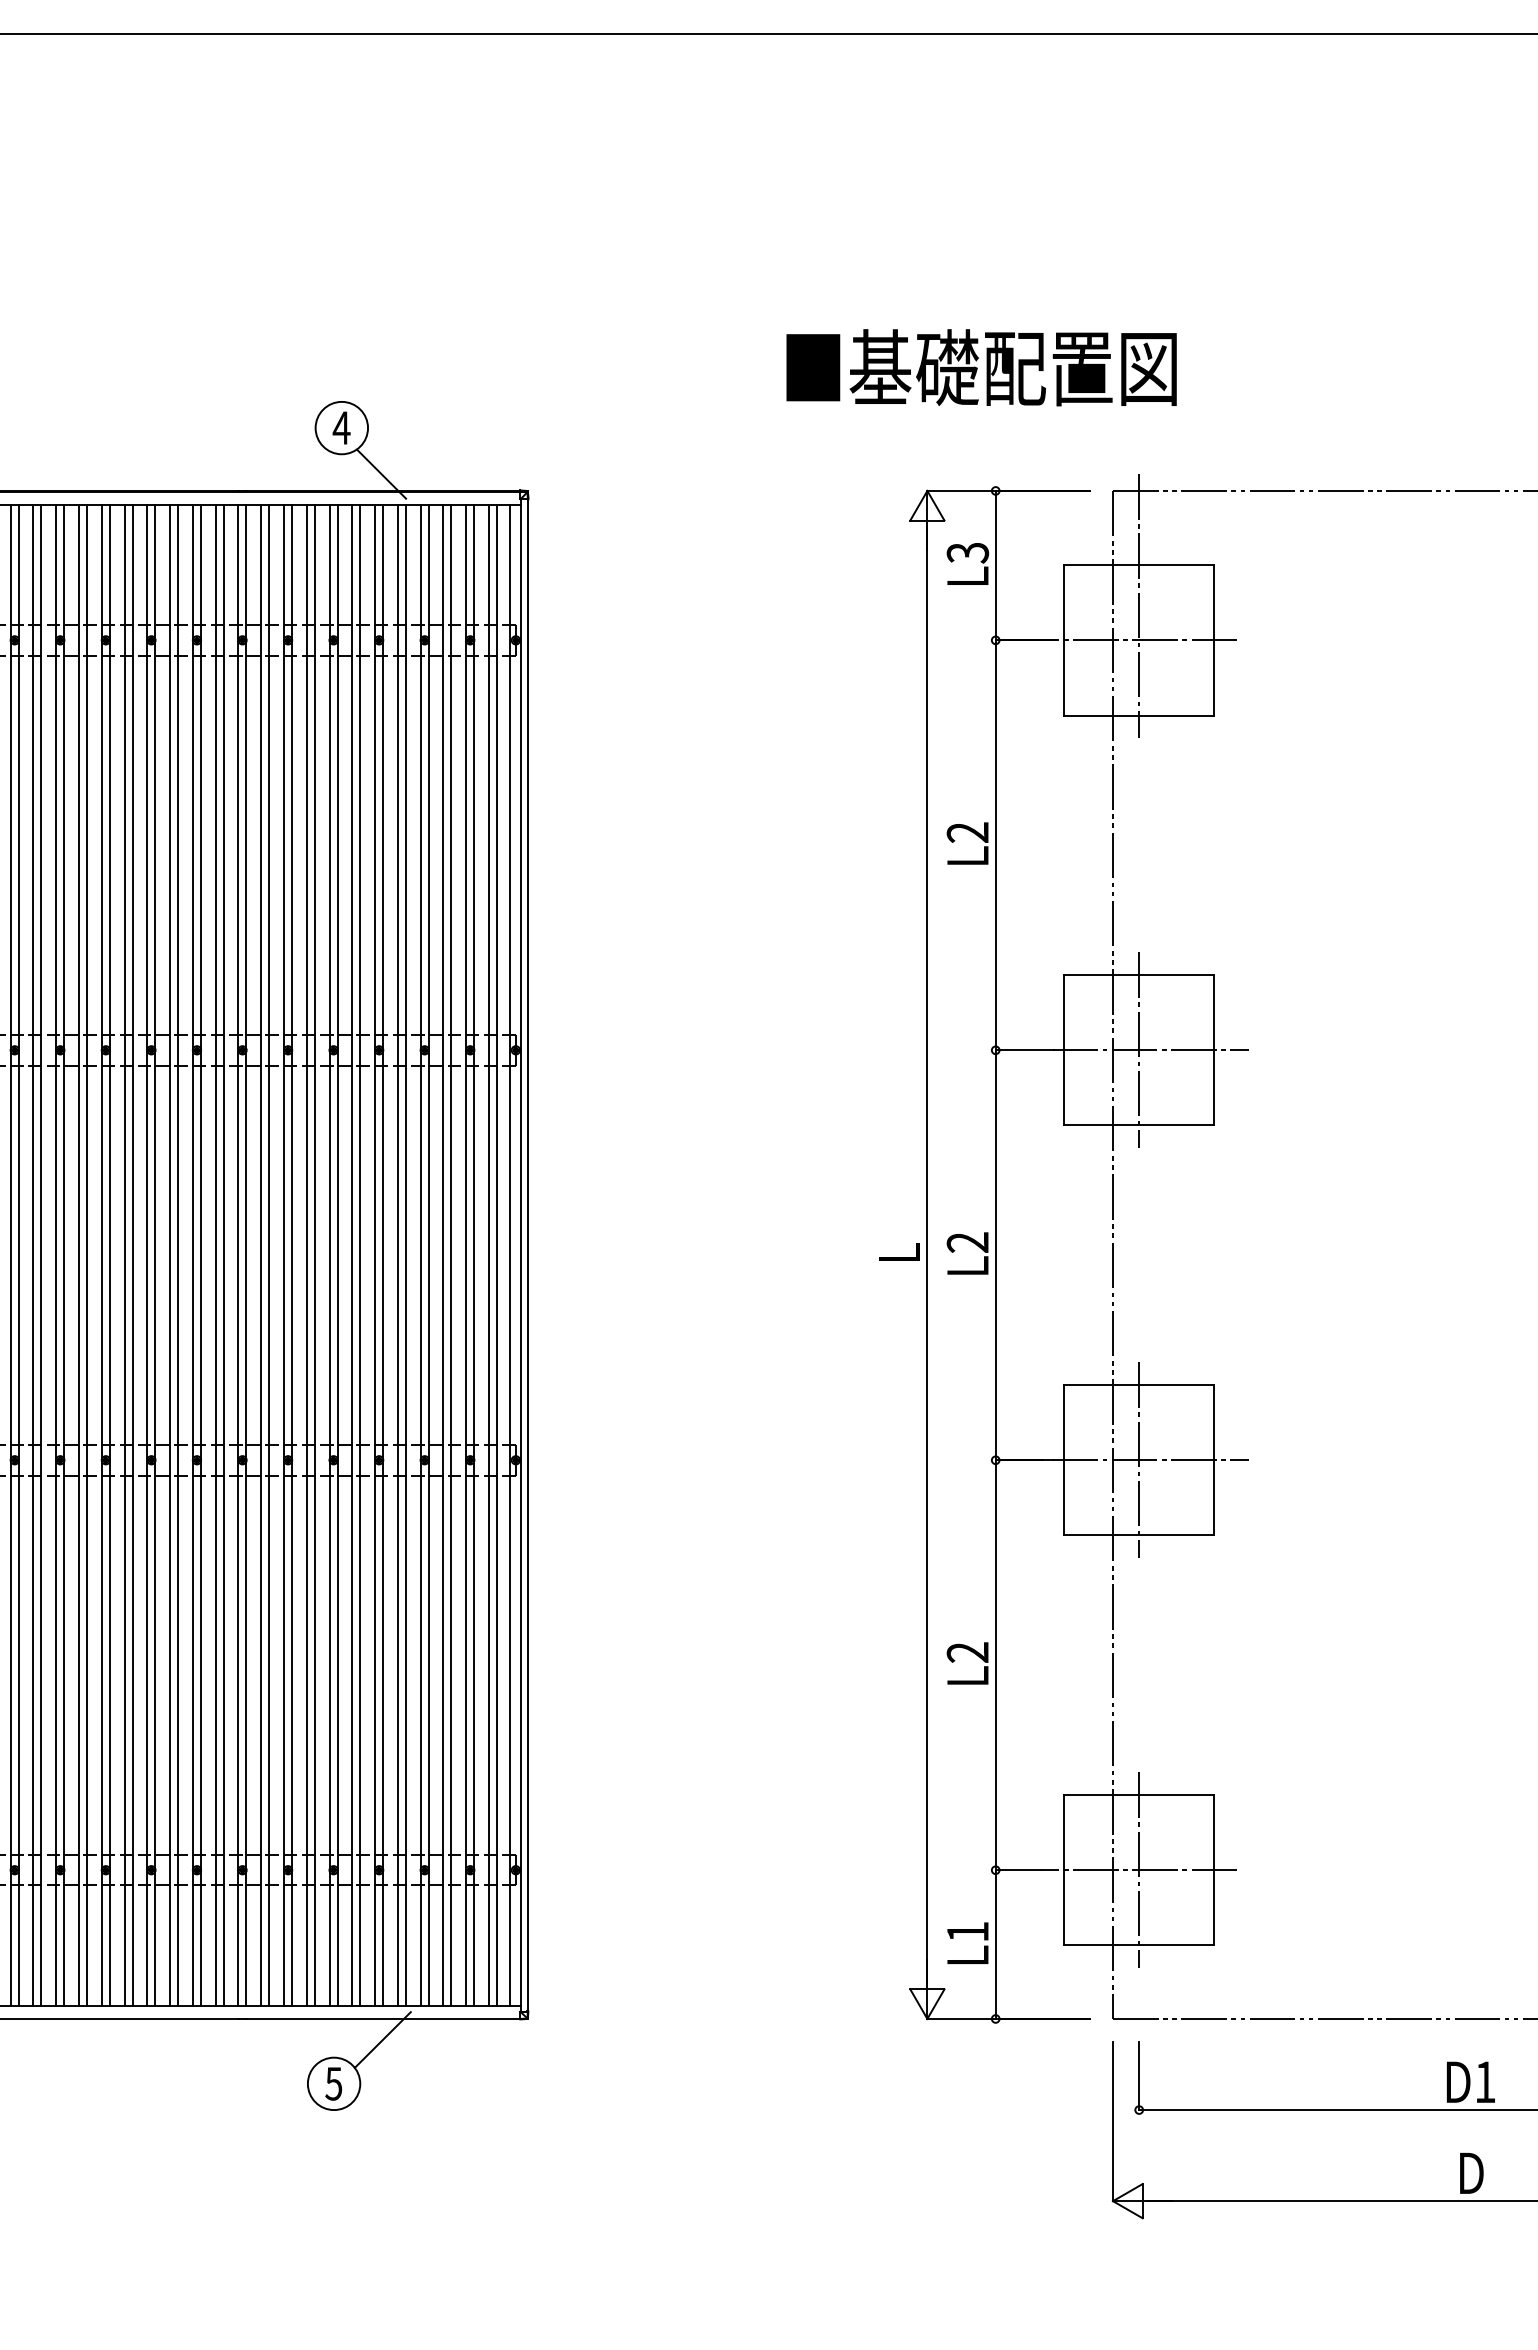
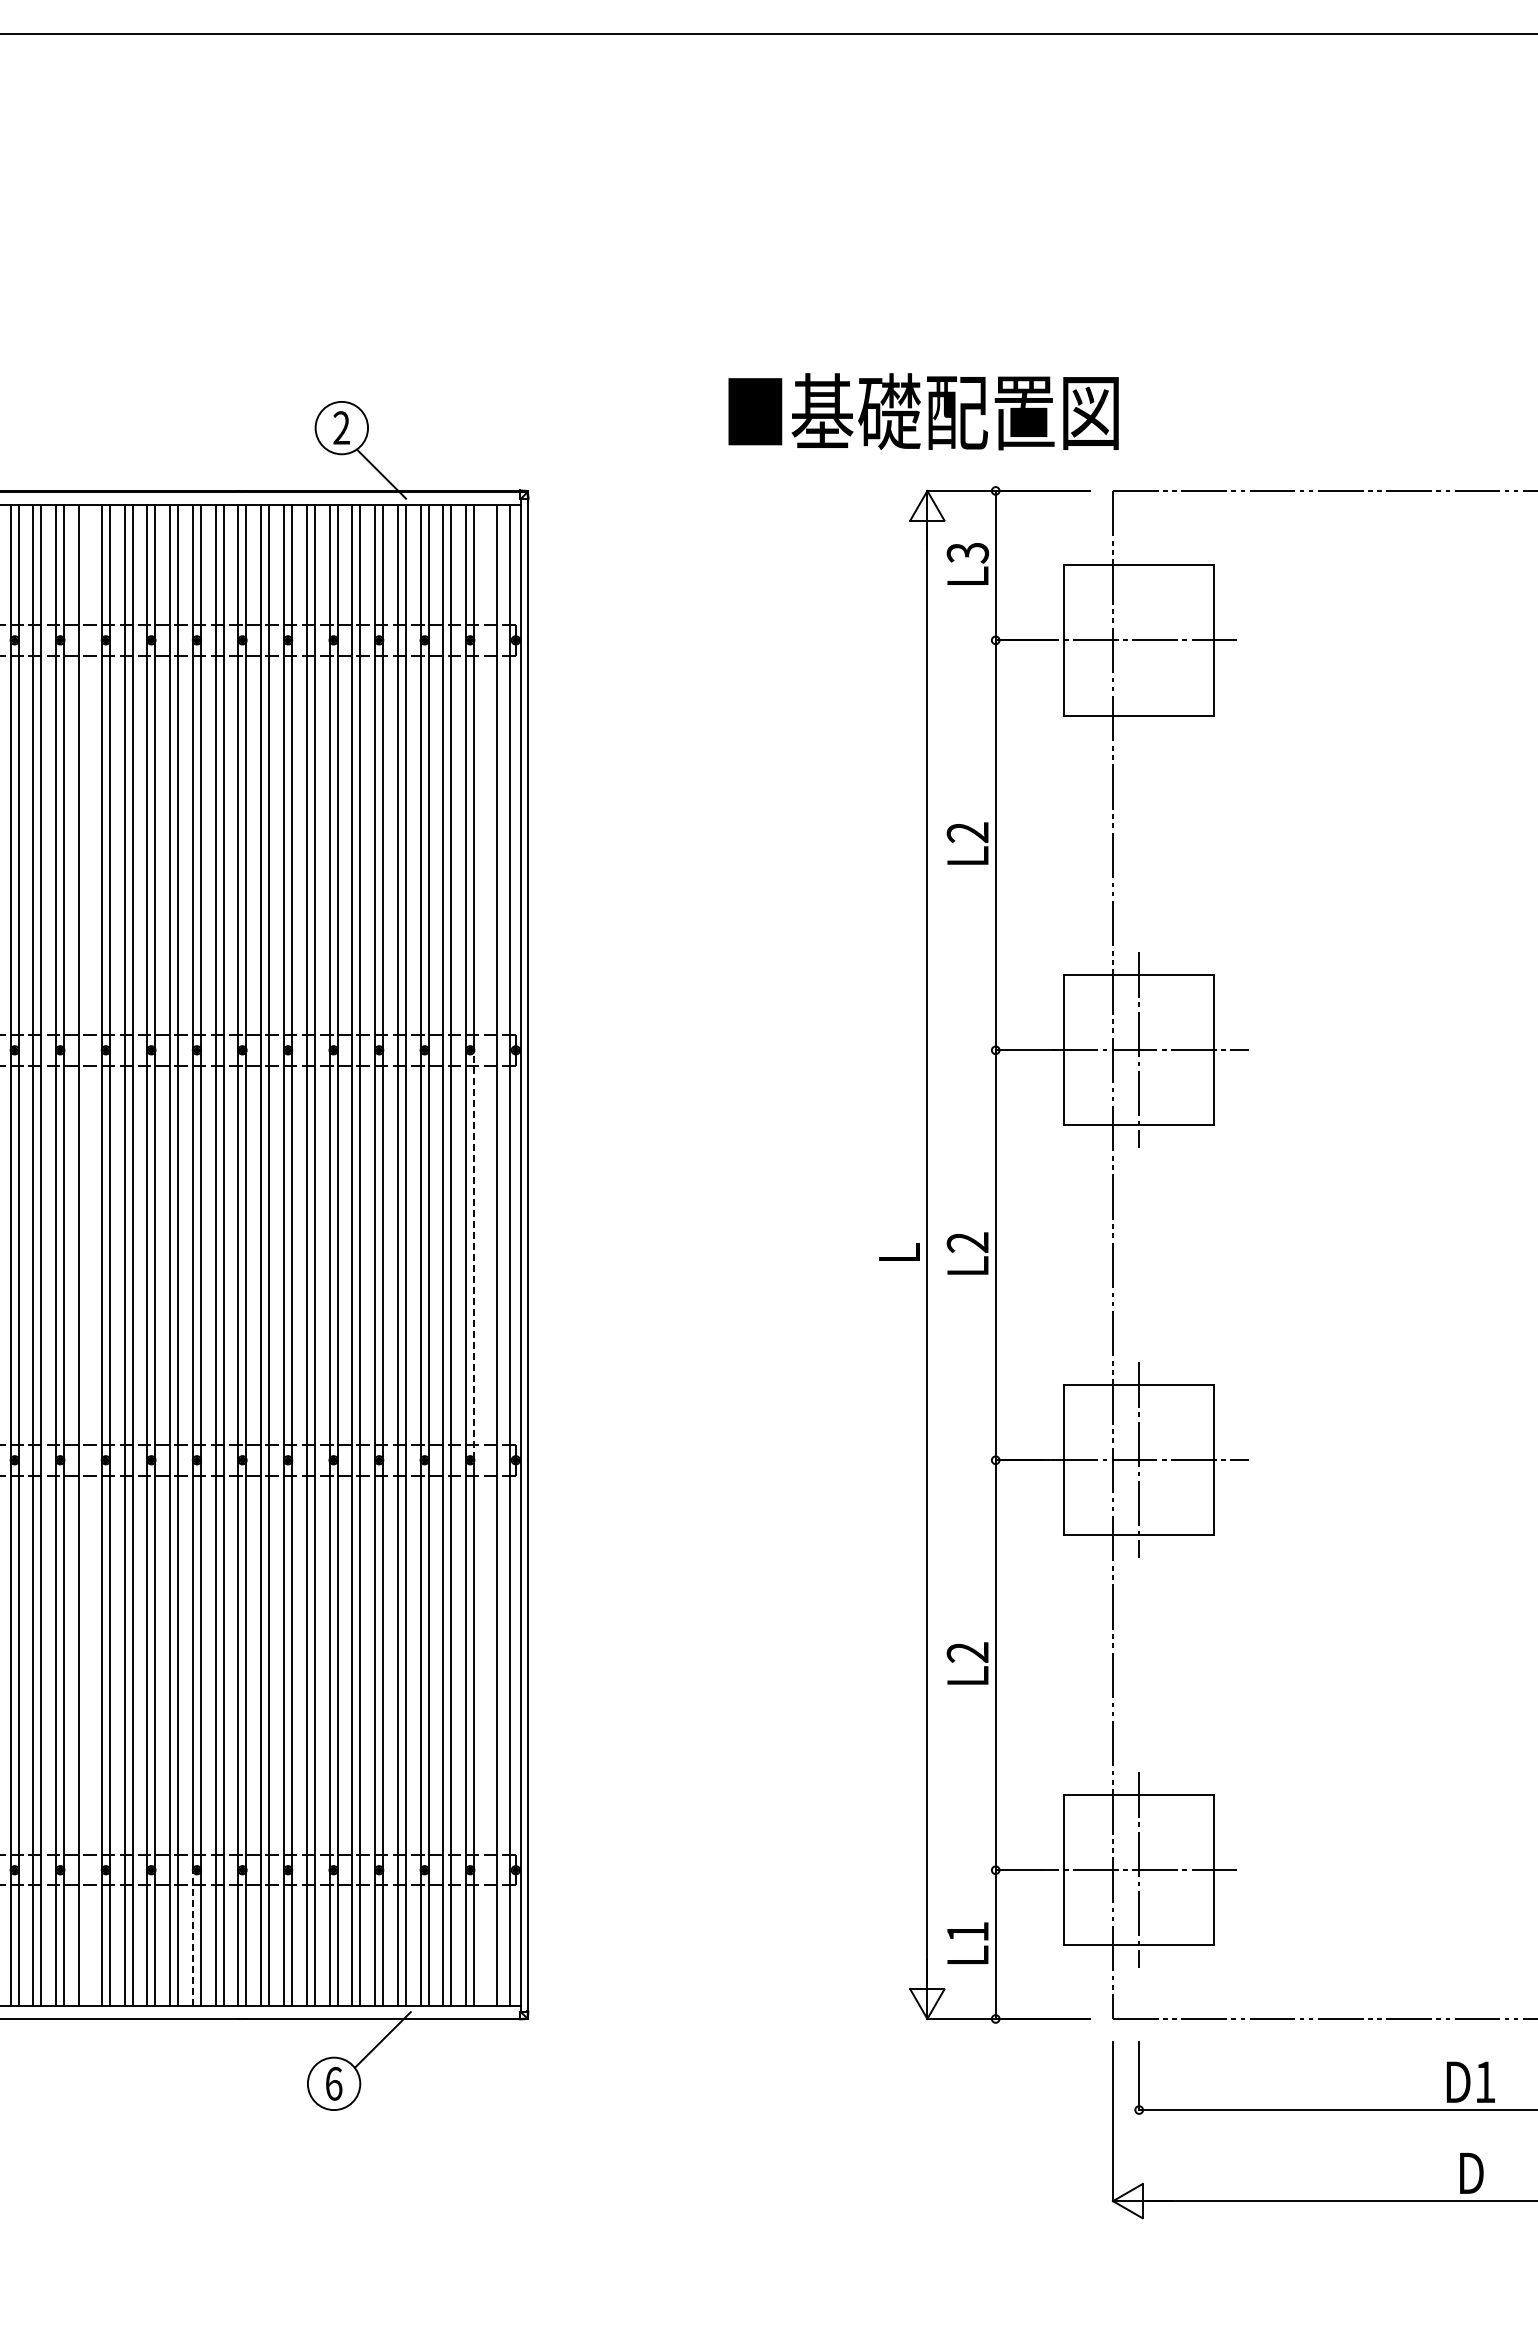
text at (981, 367) position: (981, 367) -> (923, 411)
text at (341, 427): 4 -> 2
line at (1139, 606): present -> none
line at (86, 1255): present -> none
line at (474, 1255): solid -> dashed
line at (488, 1255): present -> none
line at (192, 1938): solid -> dashed
text at (333, 2083): 5 -> 6
